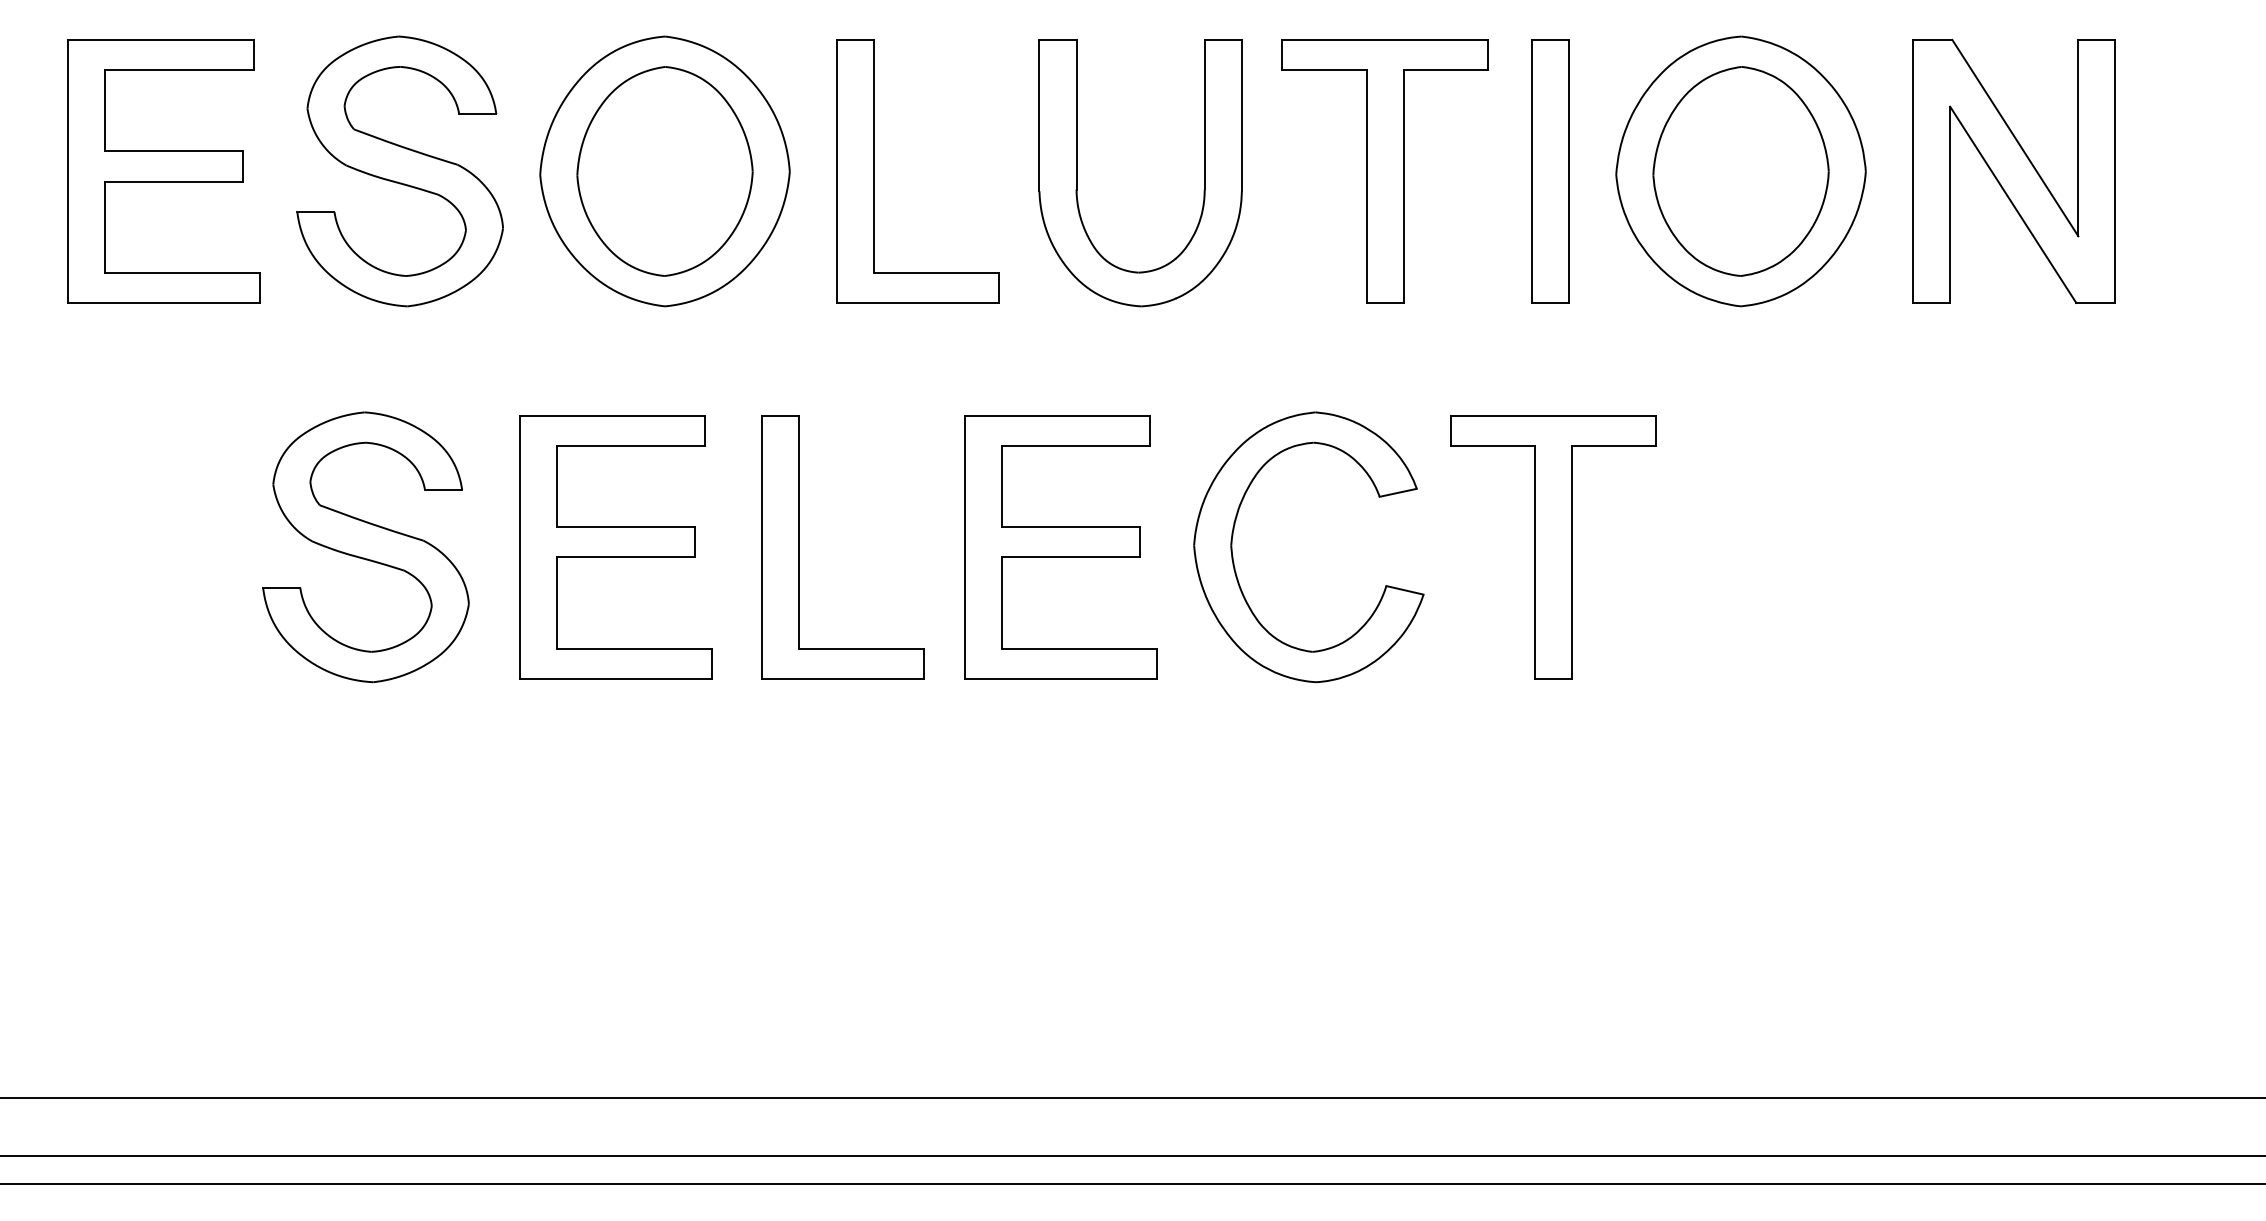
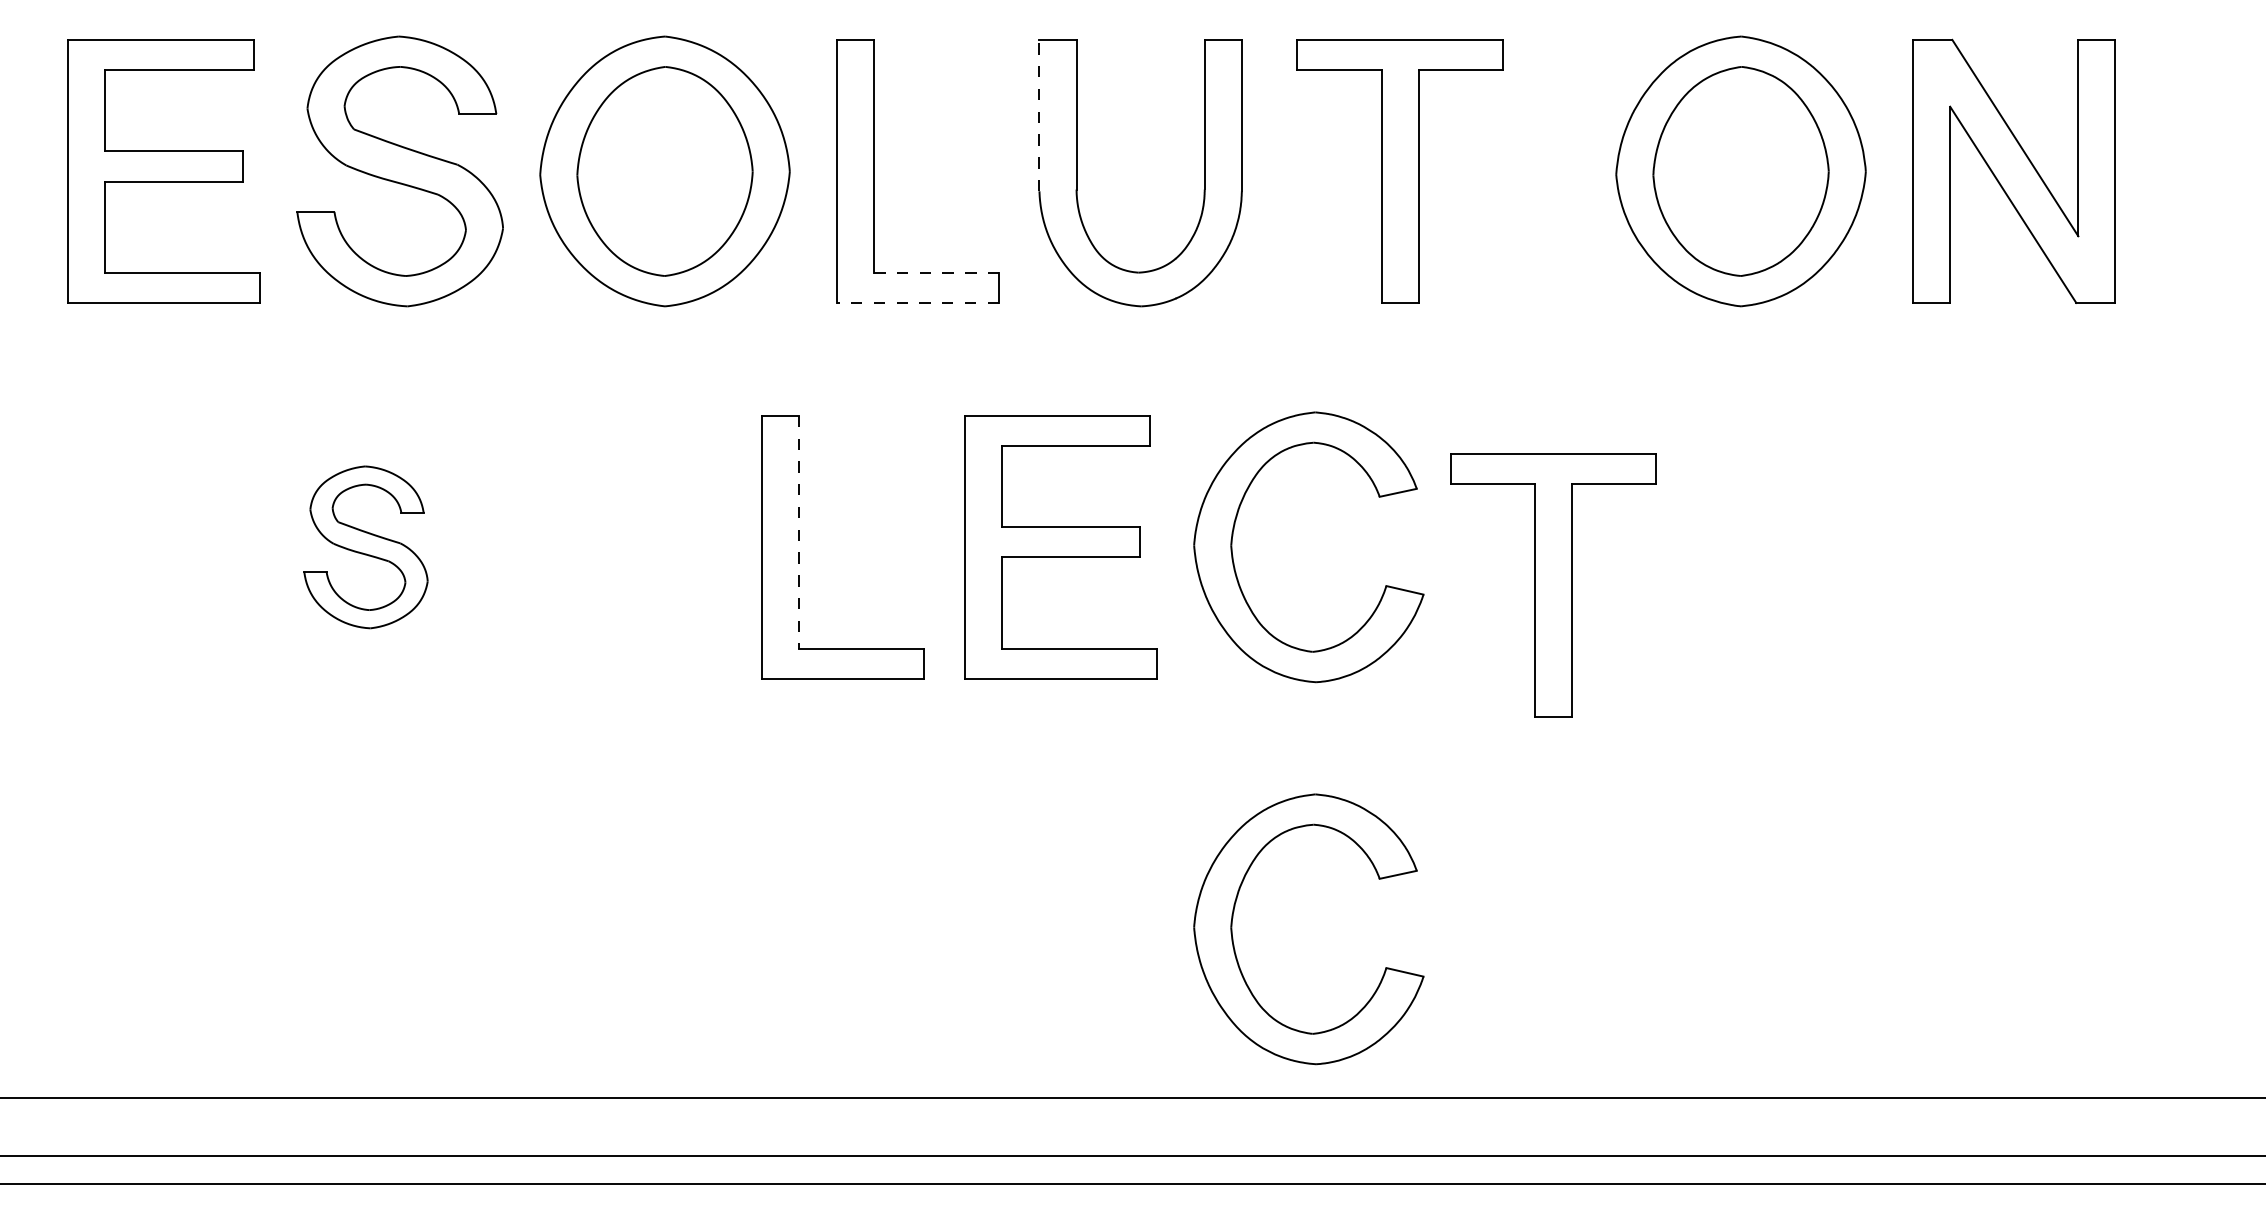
line at (1039, 115): solid -> dashed
part at (1384, 171) position: (1384, 171) -> (1399, 171)
part at (1550, 171): present -> none
line at (937, 272): solid -> dashed
line at (918, 303): solid -> dashed
line at (799, 532): solid -> dashed
part at (365, 547) size: 208x273 px -> 126x165 px
part at (615, 547): present -> none
part at (1553, 547) position: (1553, 547) -> (1553, 585)
part at (1233, 937): none -> present
